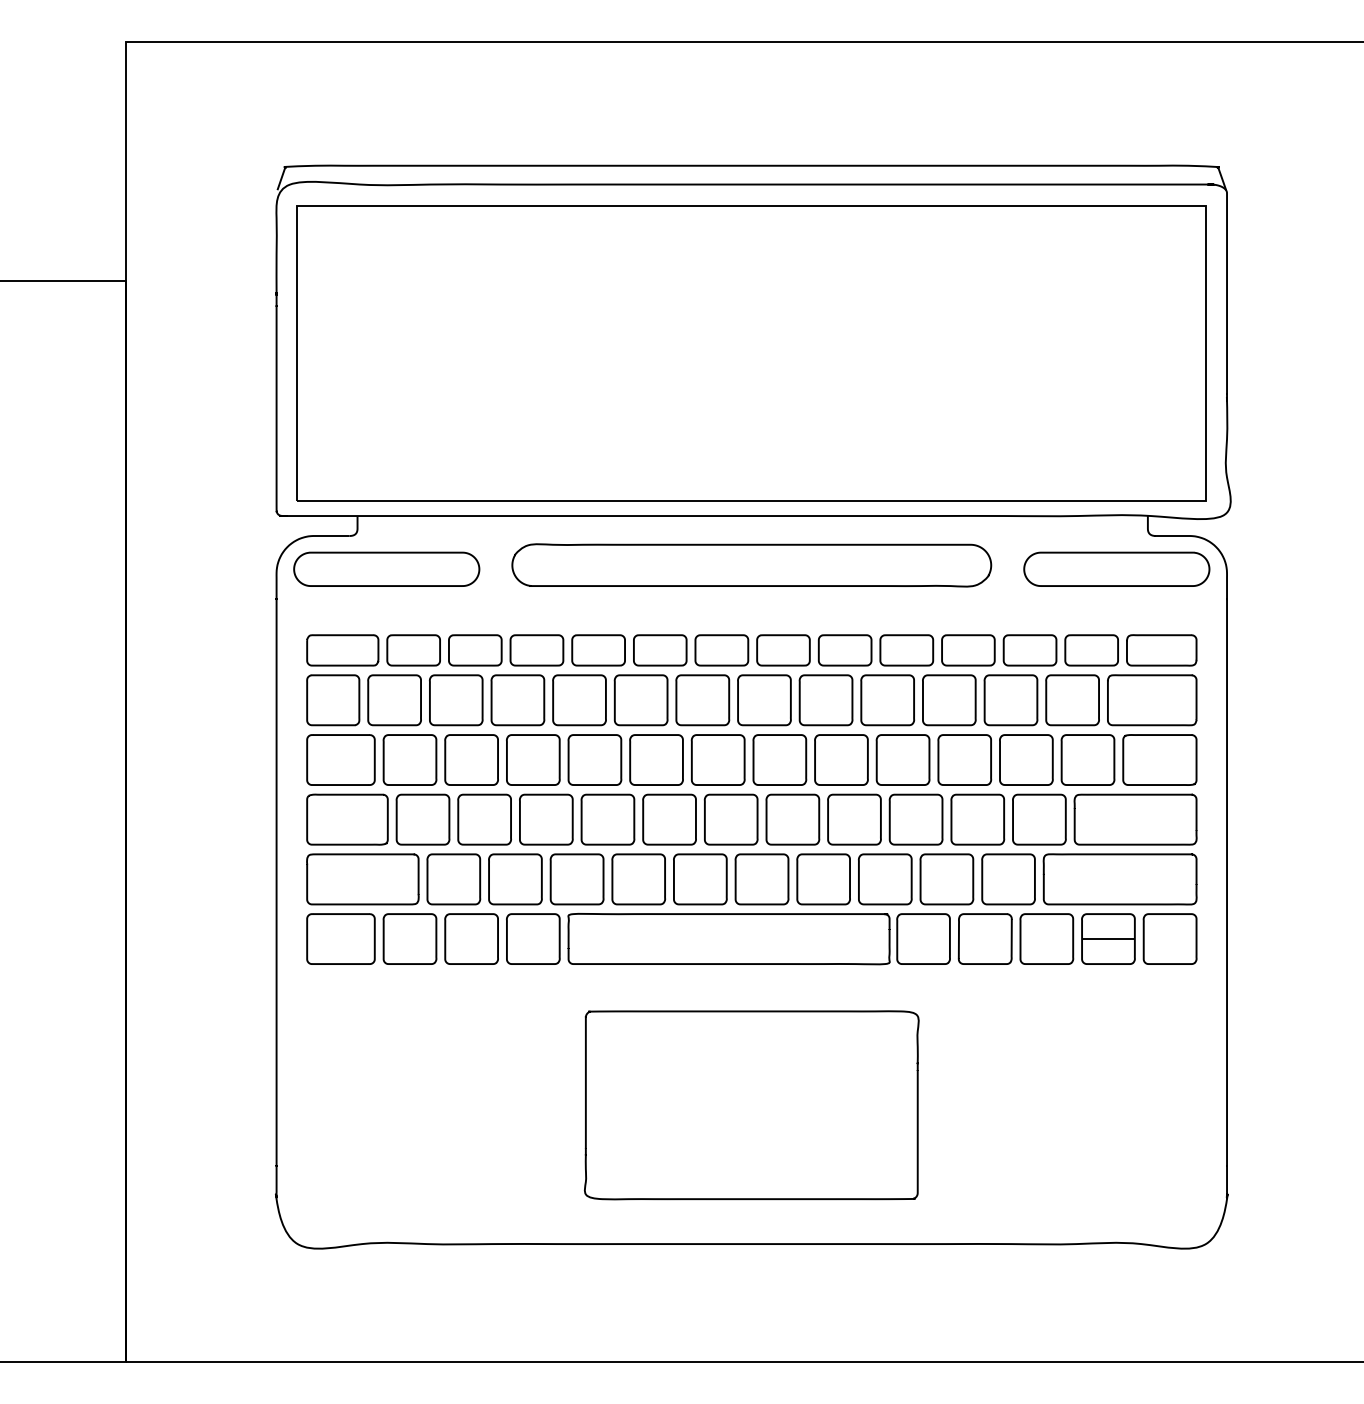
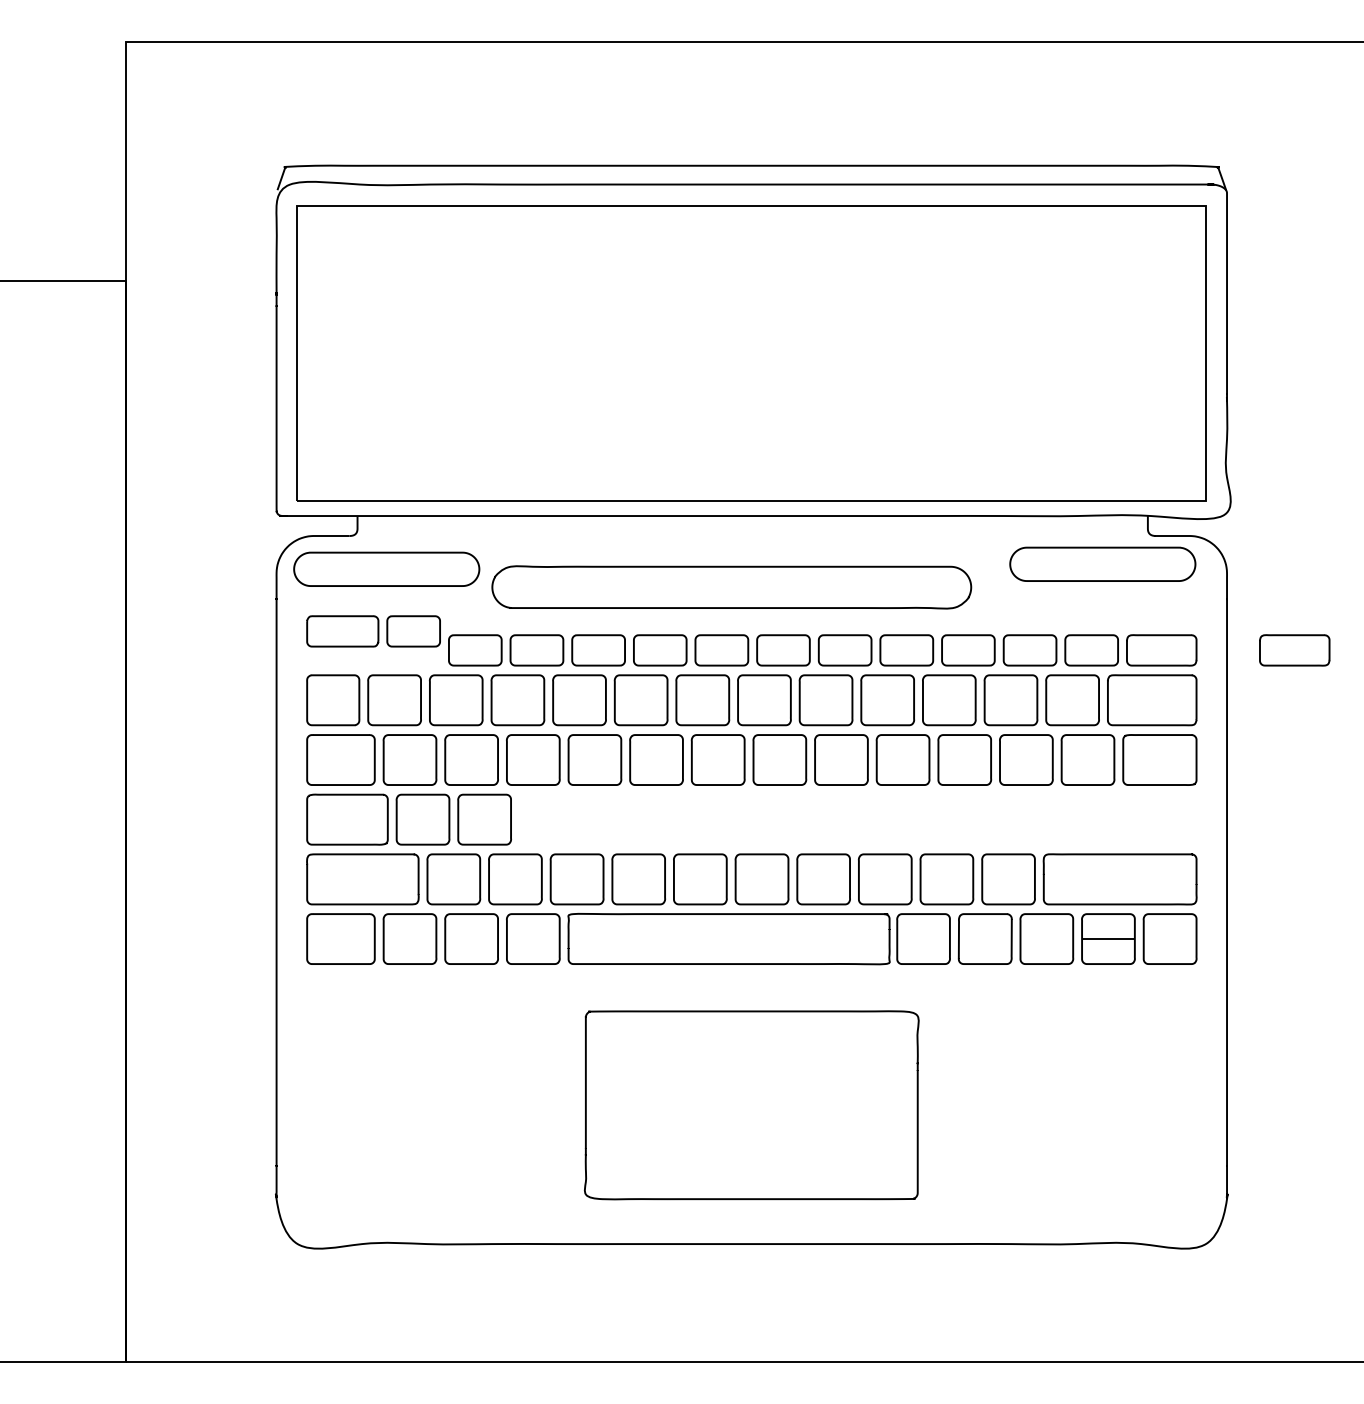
part at (751, 565) position: (751, 565) -> (731, 587)
part at (1116, 568) position: (1116, 568) -> (1102, 563)
part at (373, 650) position: (373, 650) -> (373, 631)
part at (1294, 650): none -> present
part at (858, 819): present -> none
